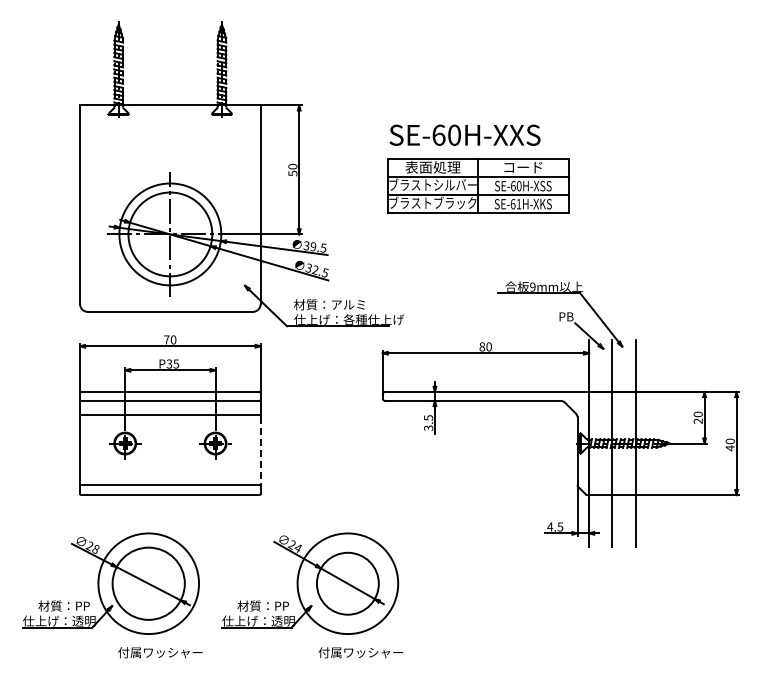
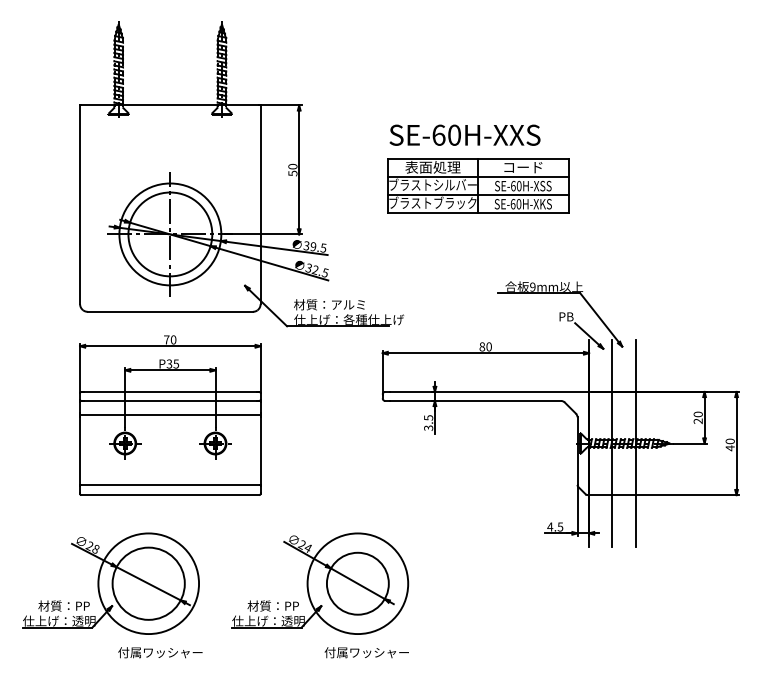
text at (518, 204): SE-61H-XKS -> SE-60H-XKS
line at (260, 451): dashed -> solid
part at (310, 583) position: (310, 583) -> (320, 583)
text at (360, 652) position: (360, 652) -> (366, 652)
